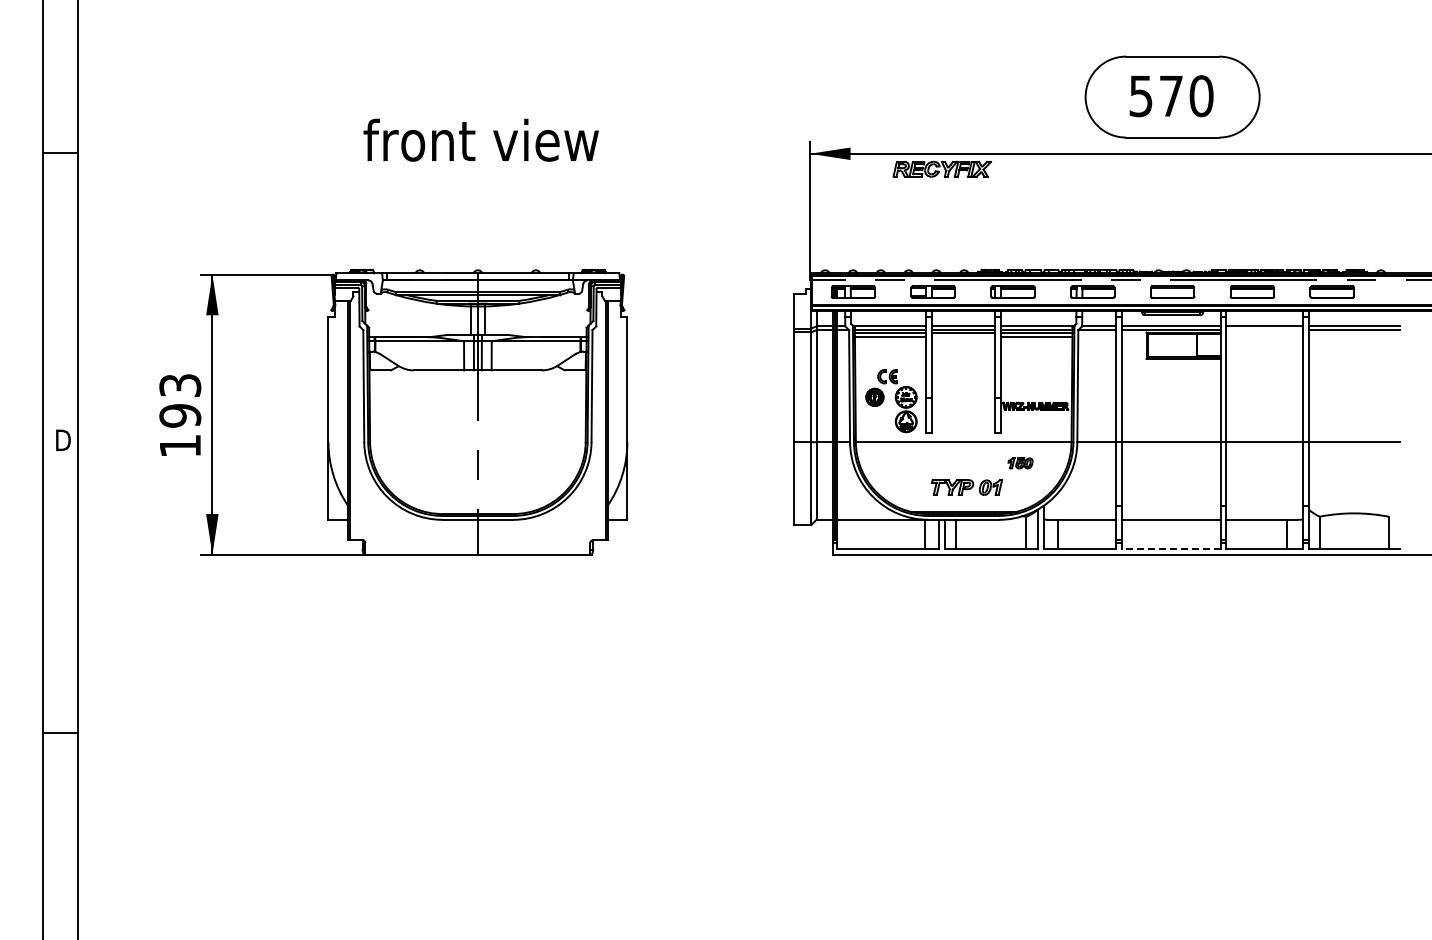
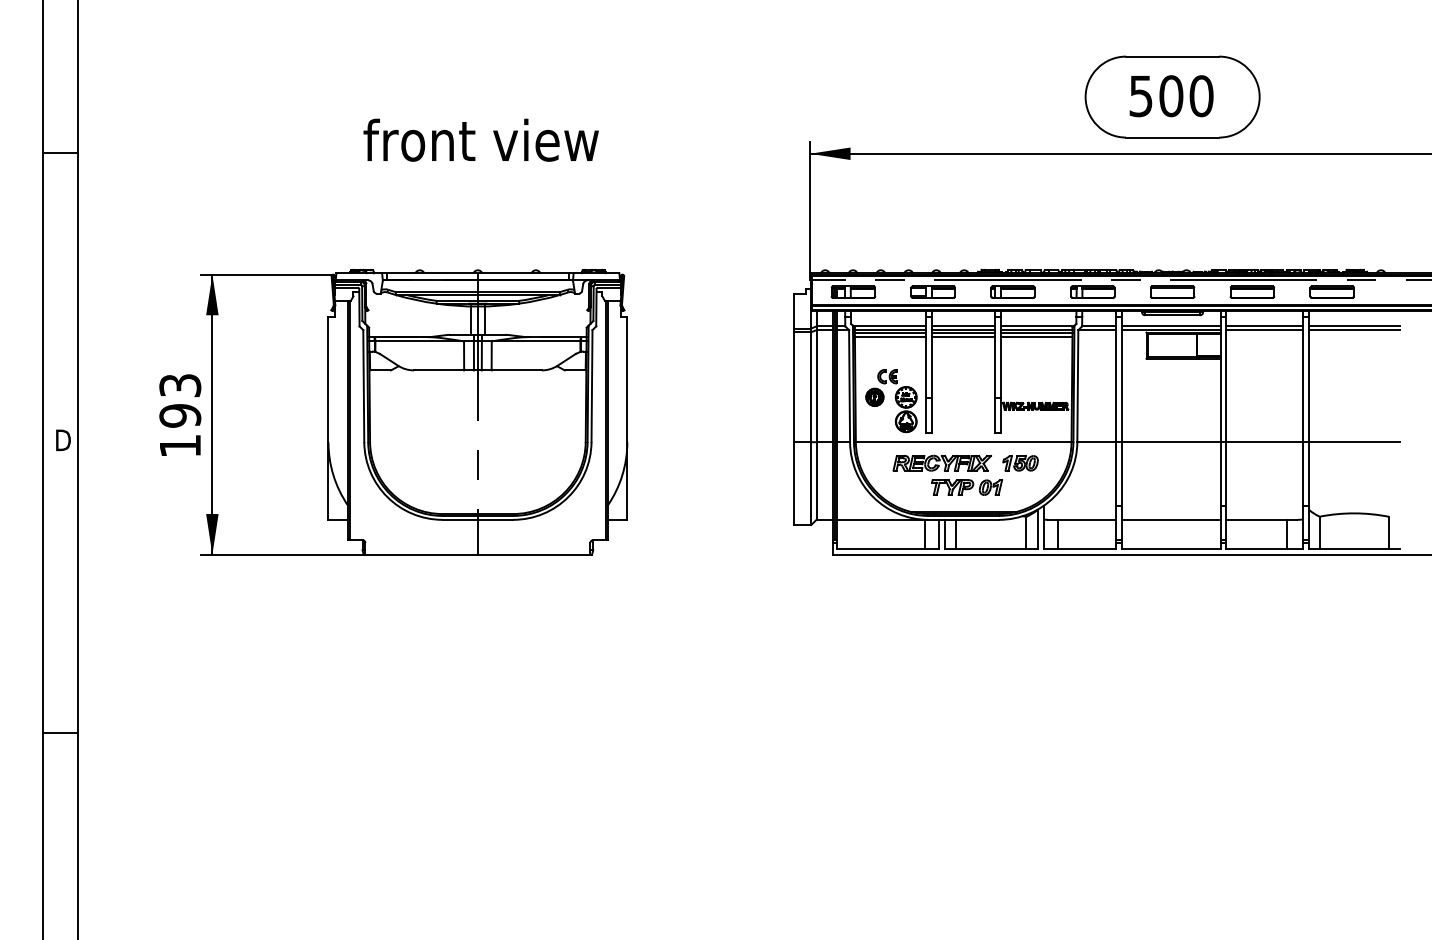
text at (1171, 96): 570 -> 500
part at (941, 168) position: (941, 168) -> (941, 462)
line at (1264, 330): none -> present
line at (963, 337): none -> present
part at (1020, 463) size: 27x13 px -> 37x17 px
line at (1171, 548): dashed -> solid
